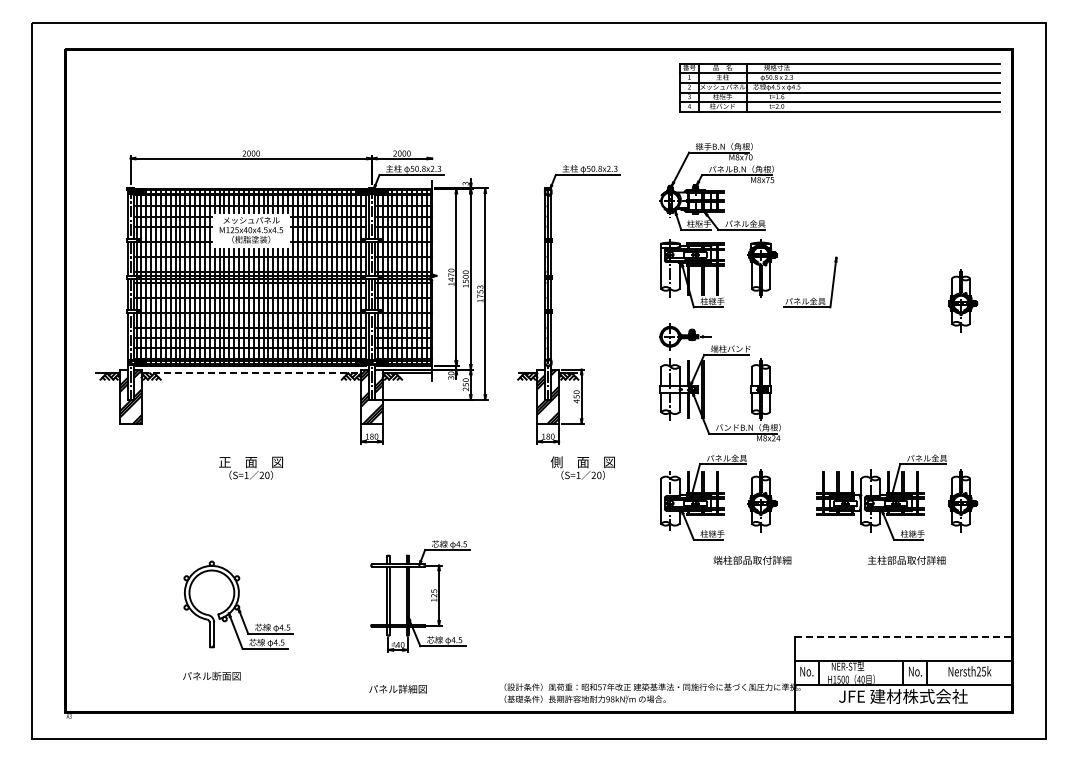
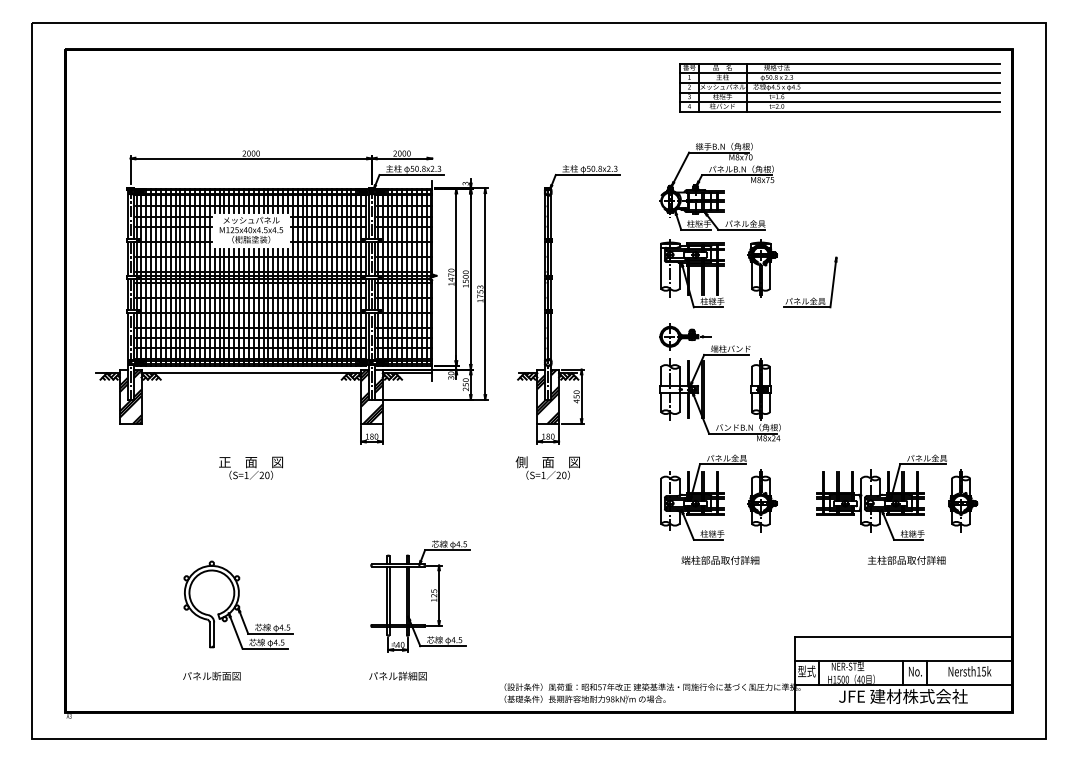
part at (963, 300): present -> none
line at (251, 373): dashed -> solid
text at (582, 467) position: (582, 467) -> (547, 467)
text at (752, 560) position: (752, 560) -> (720, 560)
line at (903, 636): dashed -> solid
text at (806, 671): No. -> 型式
text at (978, 671): Nersth25k -> Nersth15k
text at (397, 688) position: (397, 688) -> (397, 675)
